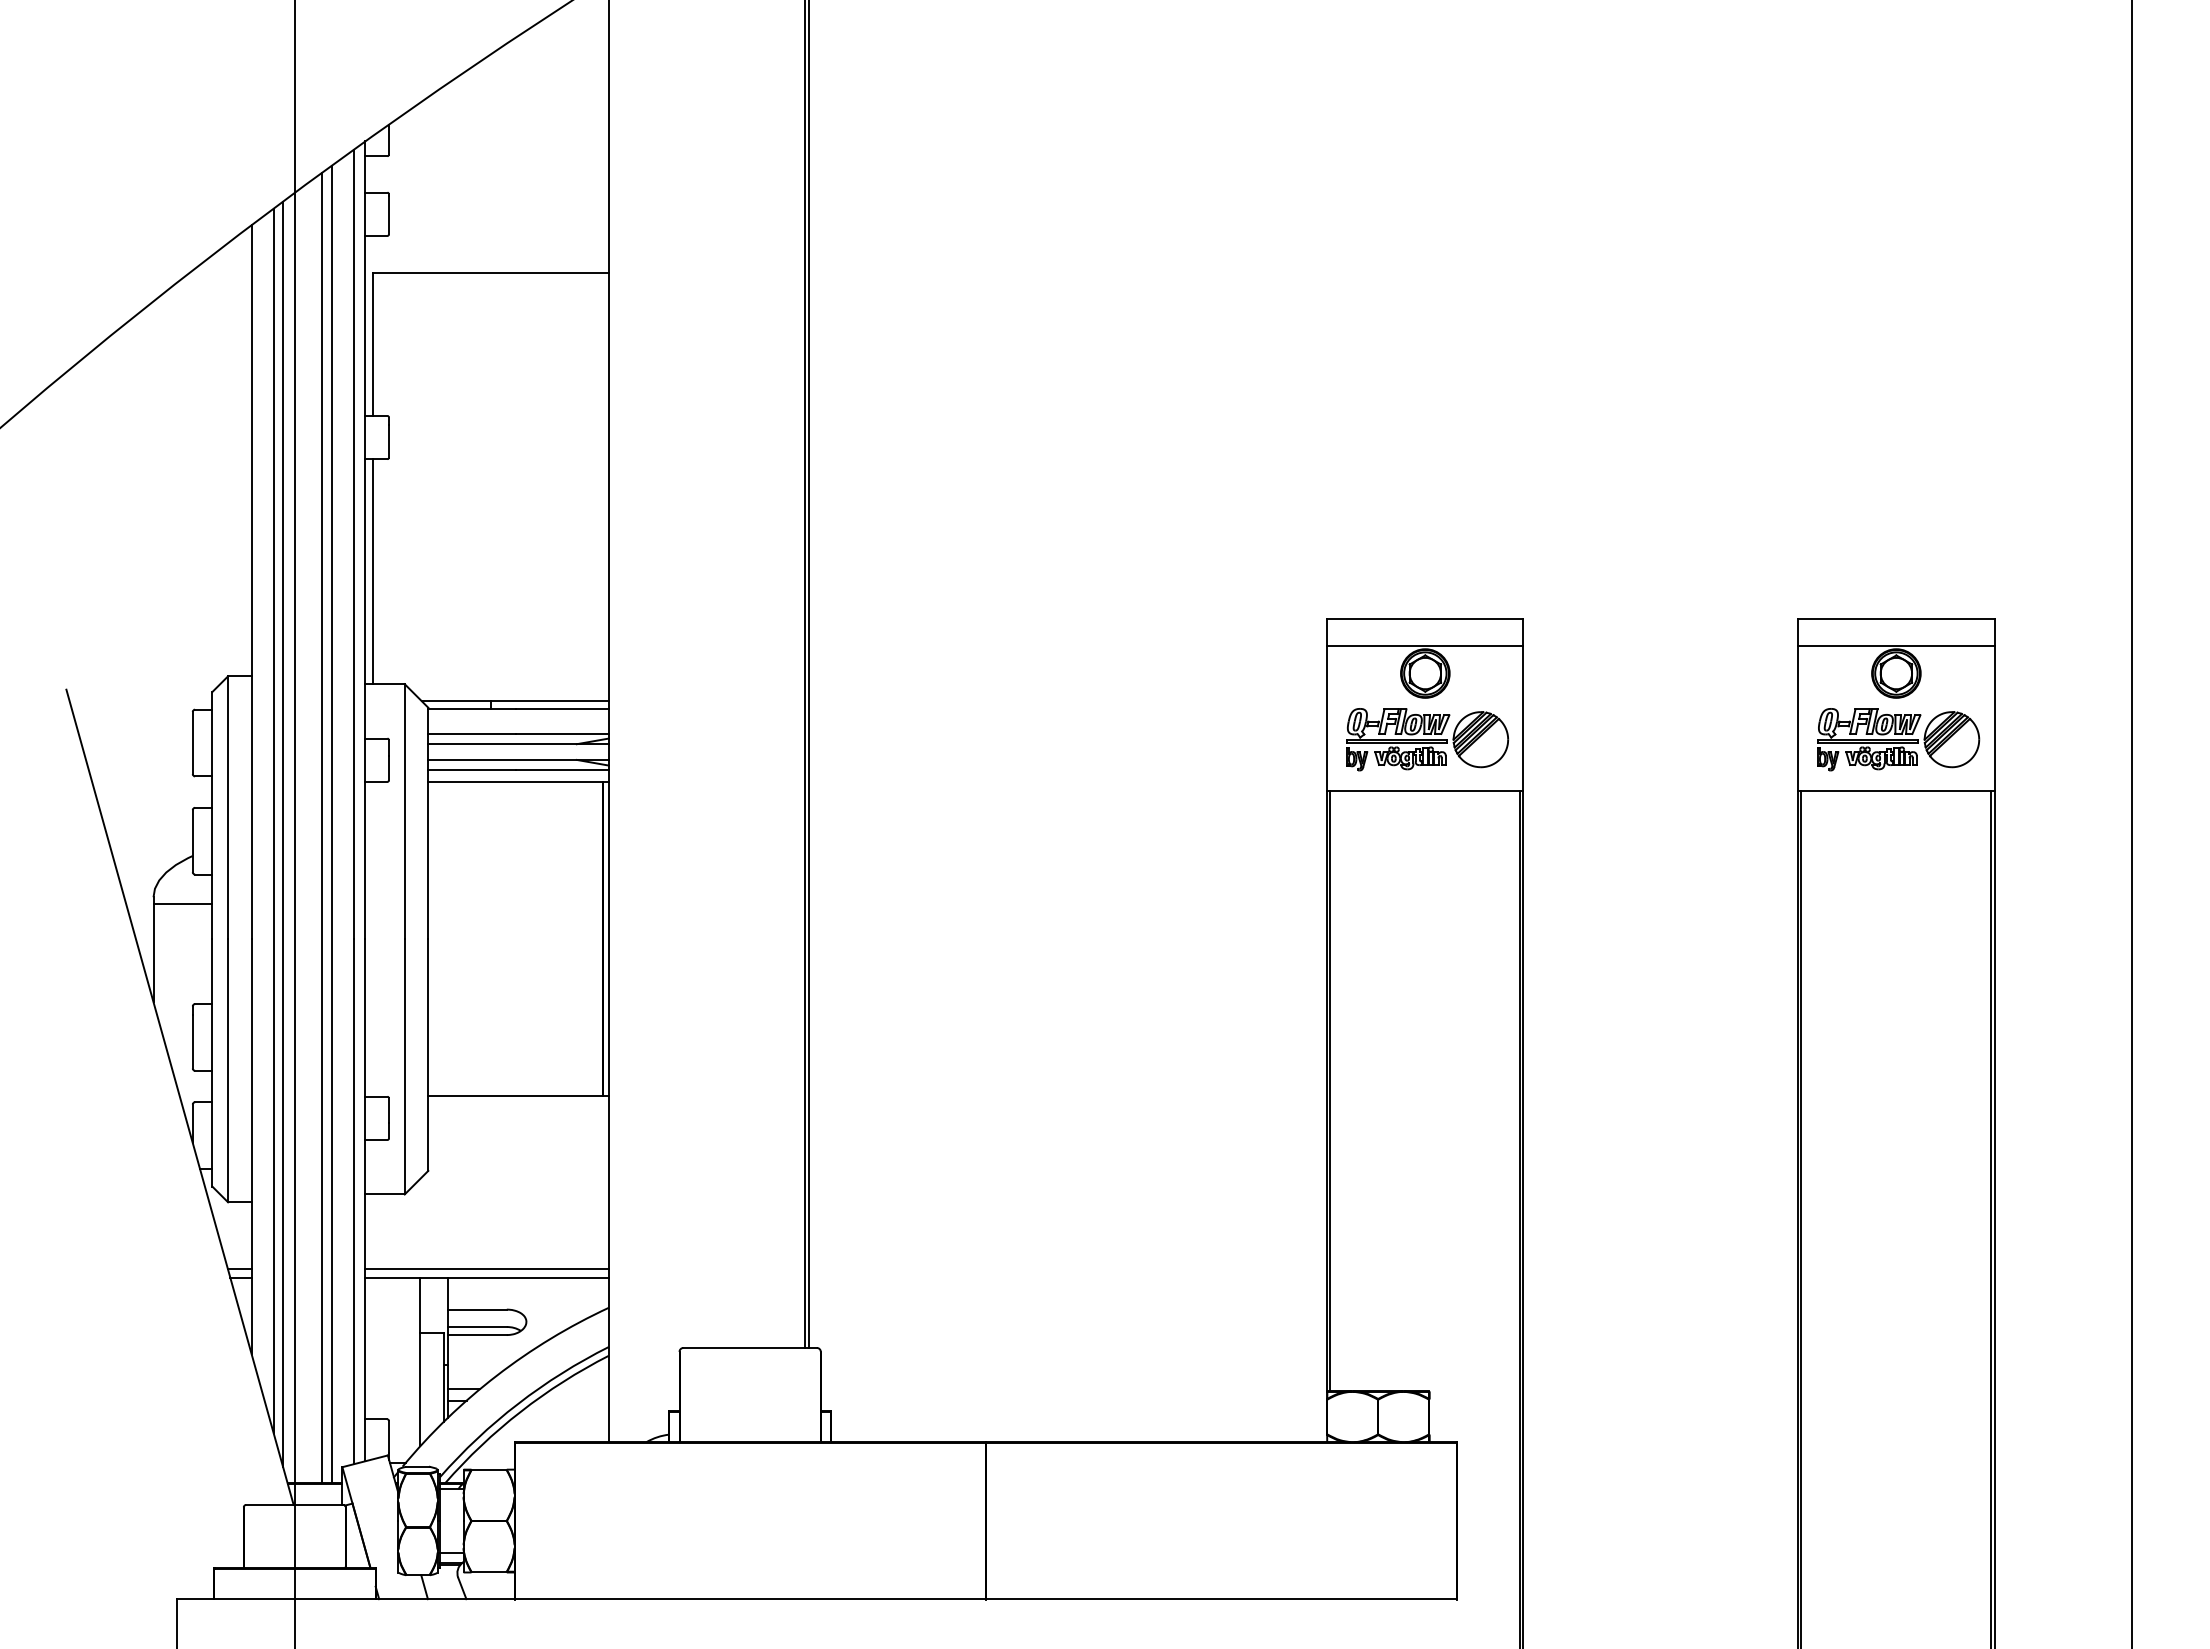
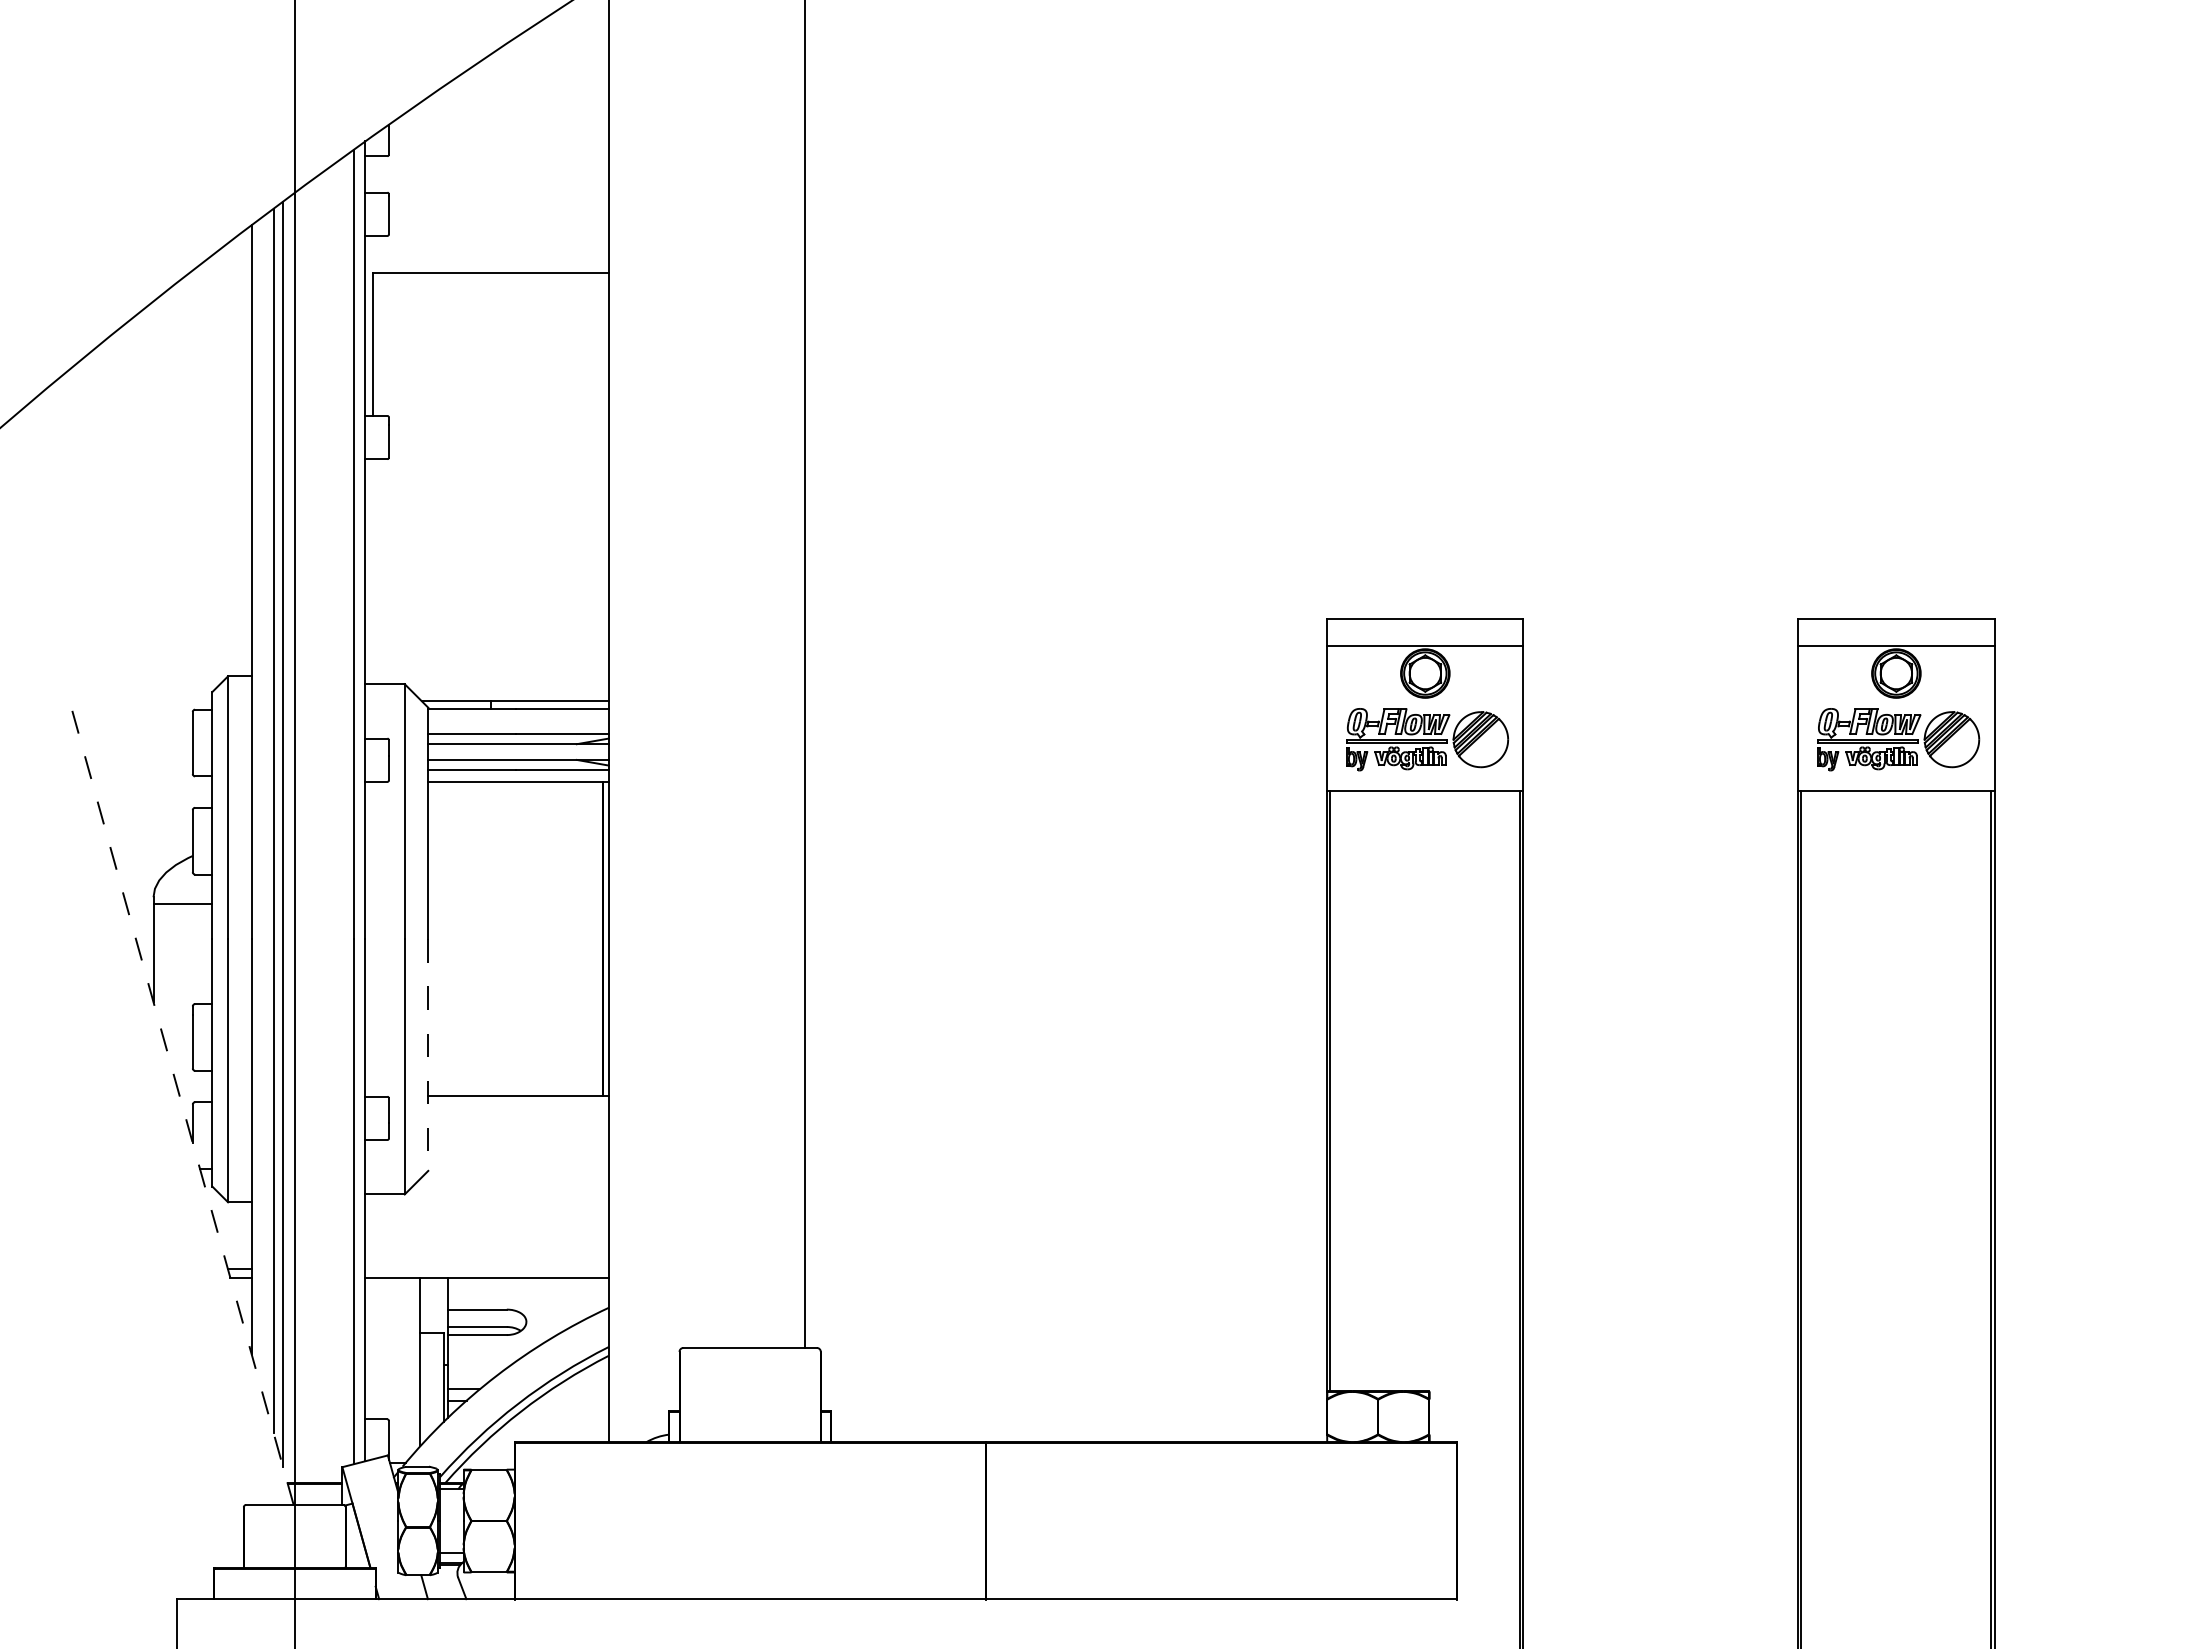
line at (373, 571): present -> none
line at (809, 674): present -> none
line at (2131, 823): present -> none
line at (331, 824): present -> none
line at (322, 827): present -> none
line at (428, 1055): solid -> dashed
line at (179, 1096): solid -> dashed
line at (486, 1268): present -> none
